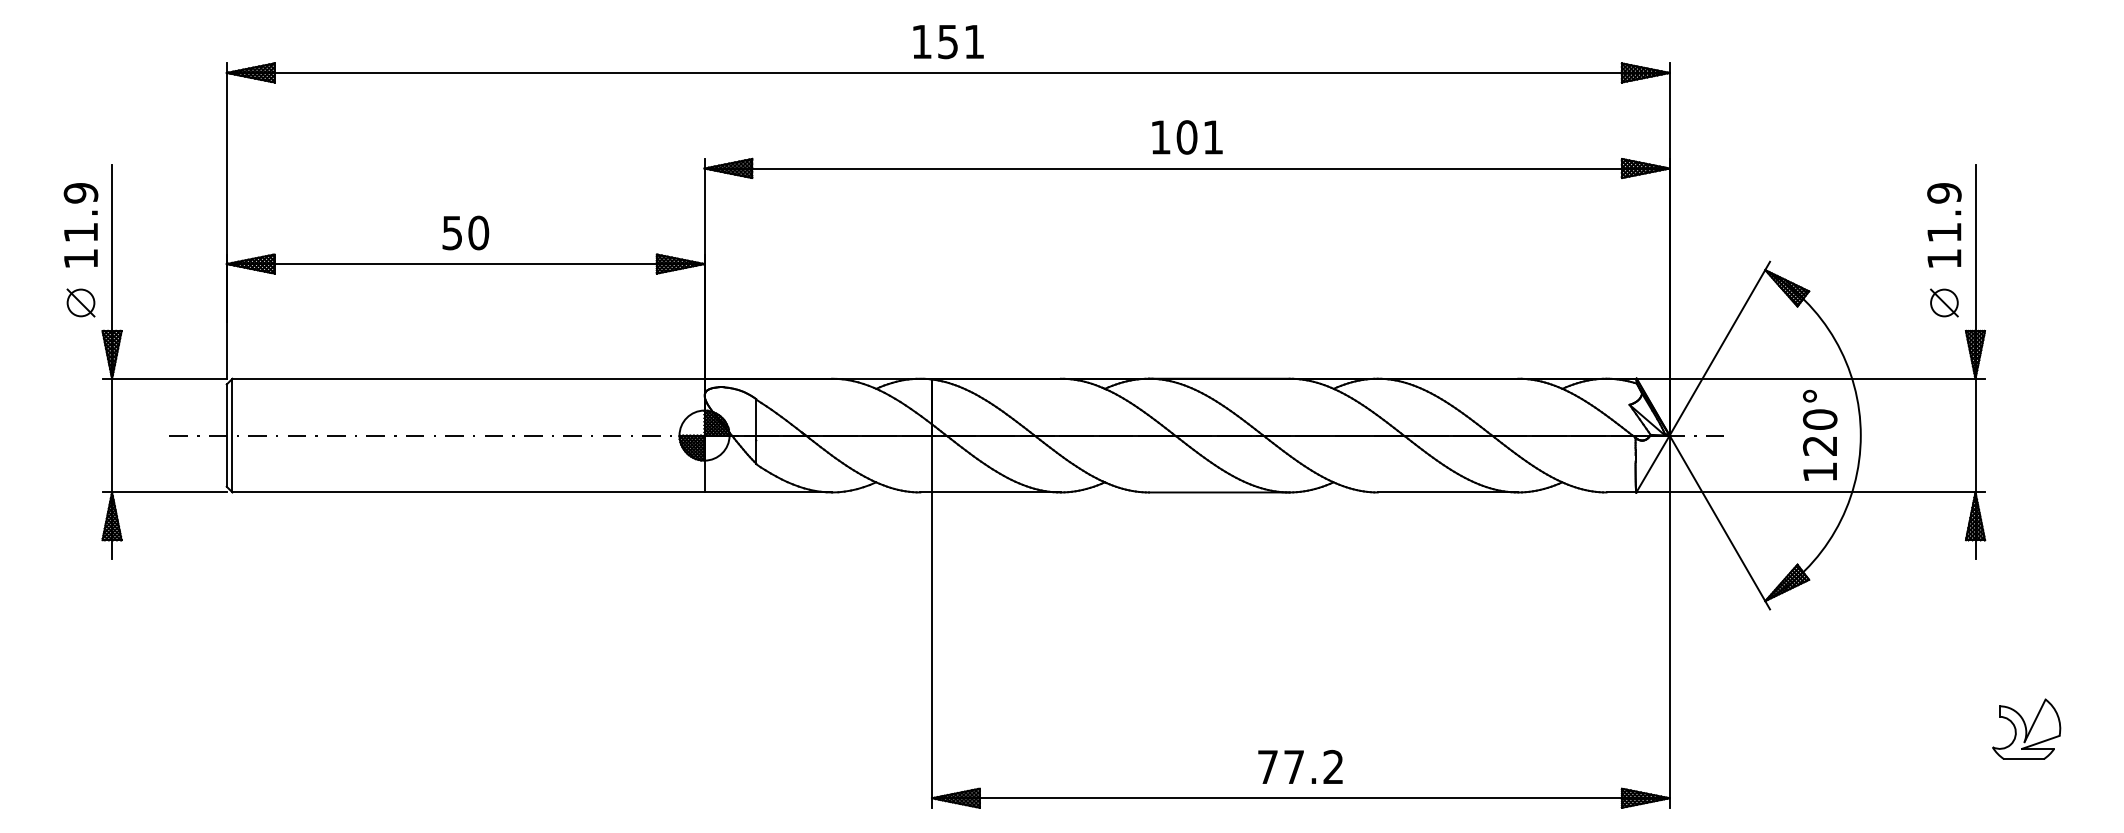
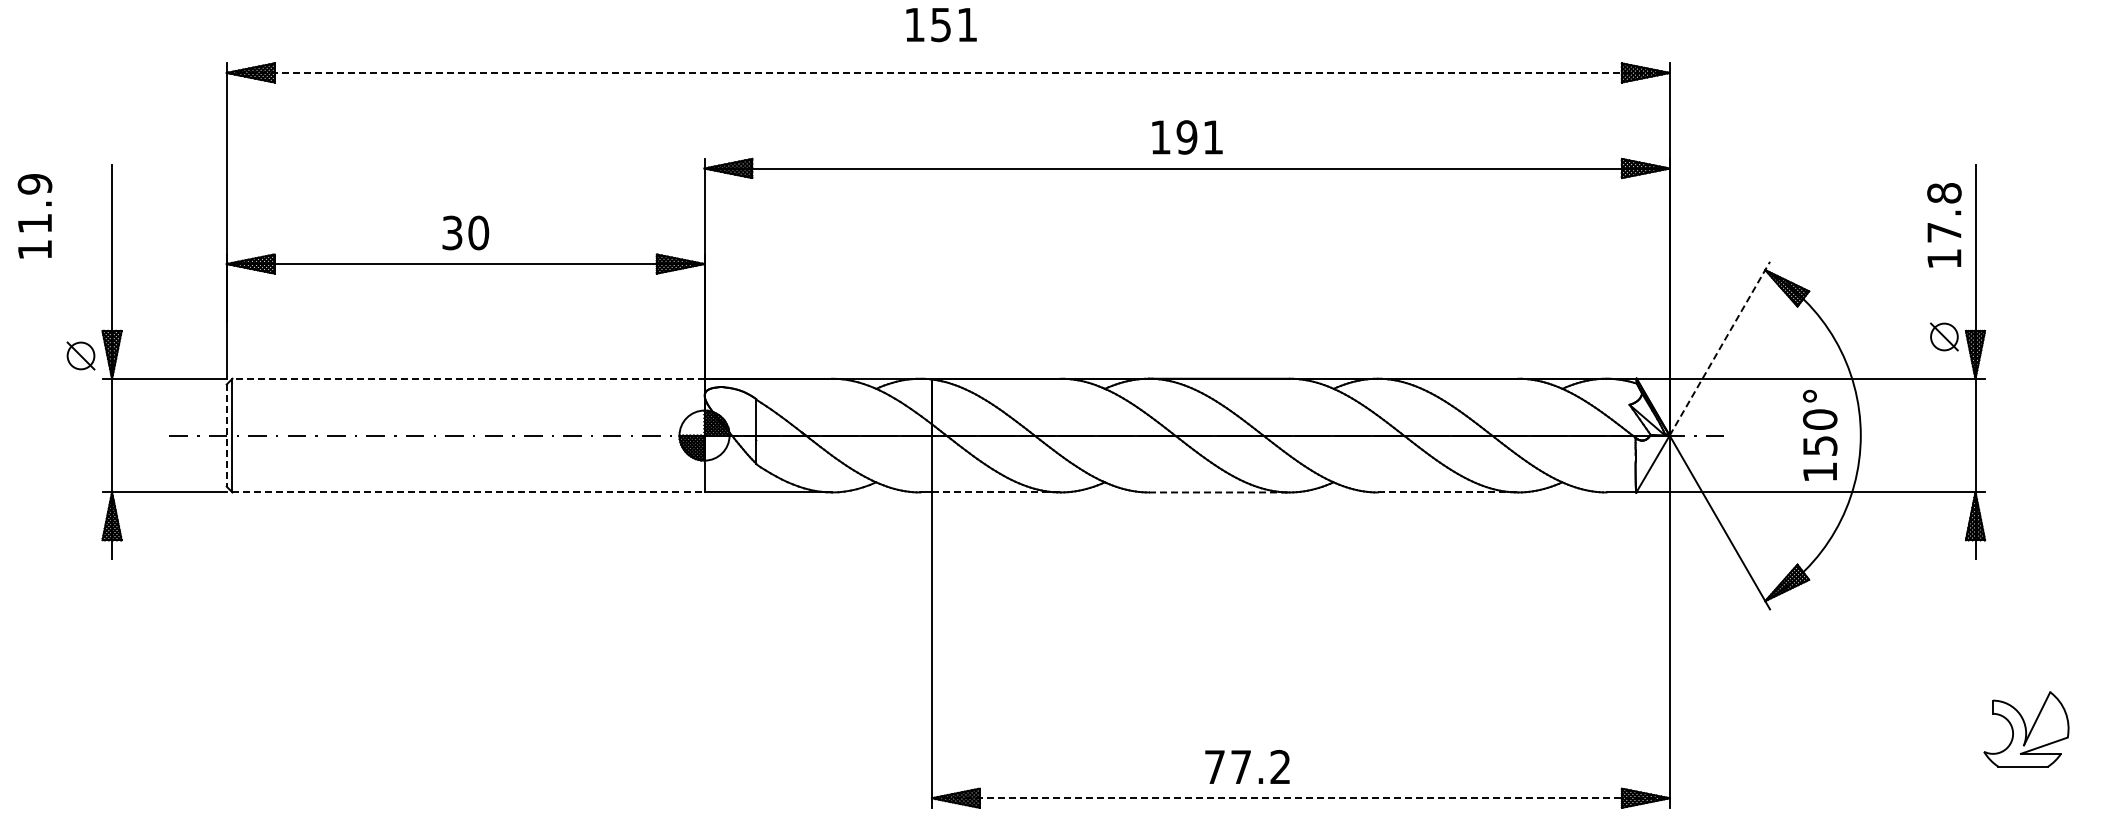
text at (948, 42) position: (948, 42) -> (941, 25)
line at (948, 72): solid -> dashed
text at (1186, 137): 101 -> 191
text at (1944, 212): 11.9 -> 17.8
text at (80, 225) position: (80, 225) -> (34, 216)
text at (452, 232): 50 -> 30
part at (80, 302) position: (80, 302) -> (80, 355)
part at (1944, 302) position: (1944, 302) -> (1944, 336)
line at (1720, 348): solid -> dashed
line at (468, 378): solid -> dashed
line at (226, 436): solid -> dashed
text at (1820, 445): 120° -> 150°
line at (469, 492): solid -> dashed
line at (996, 492): solid -> dashed
line at (1219, 492): solid -> dashed
line at (1448, 492): solid -> dashed
part at (2026, 728) size: 70x62 px -> 87x77 px
text at (1300, 766) position: (1300, 766) -> (1247, 766)
line at (1300, 798): solid -> dashed
